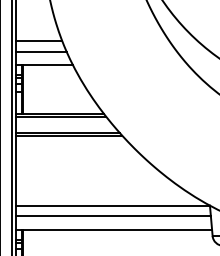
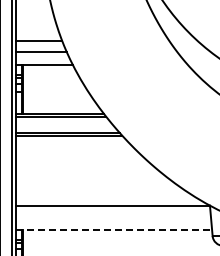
line at (113, 216): present -> none
line at (114, 229): solid -> dashed
